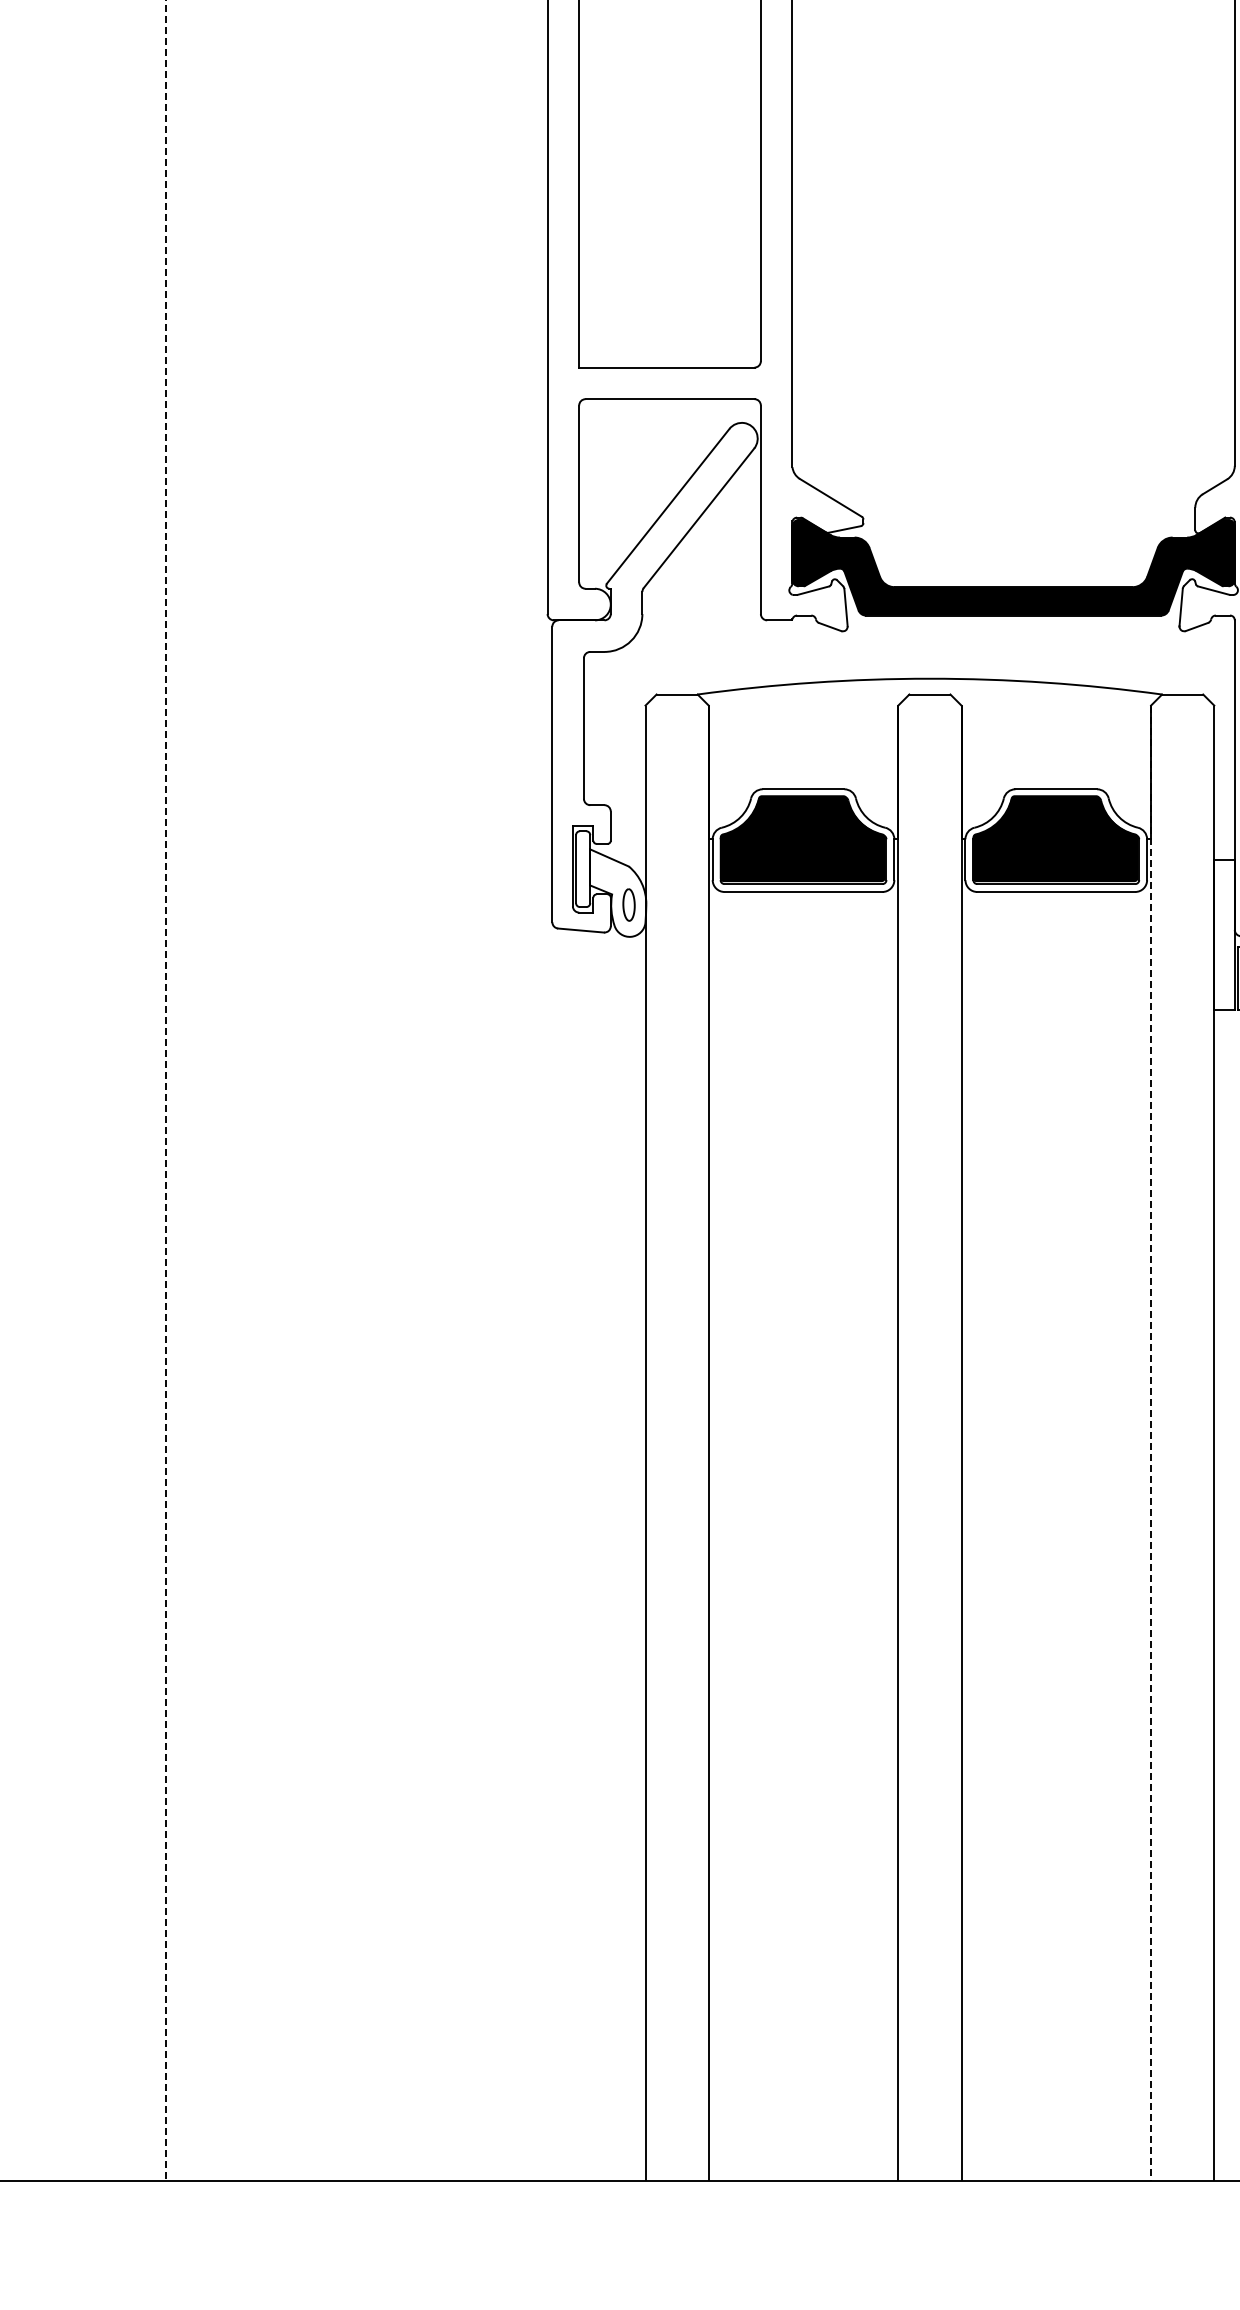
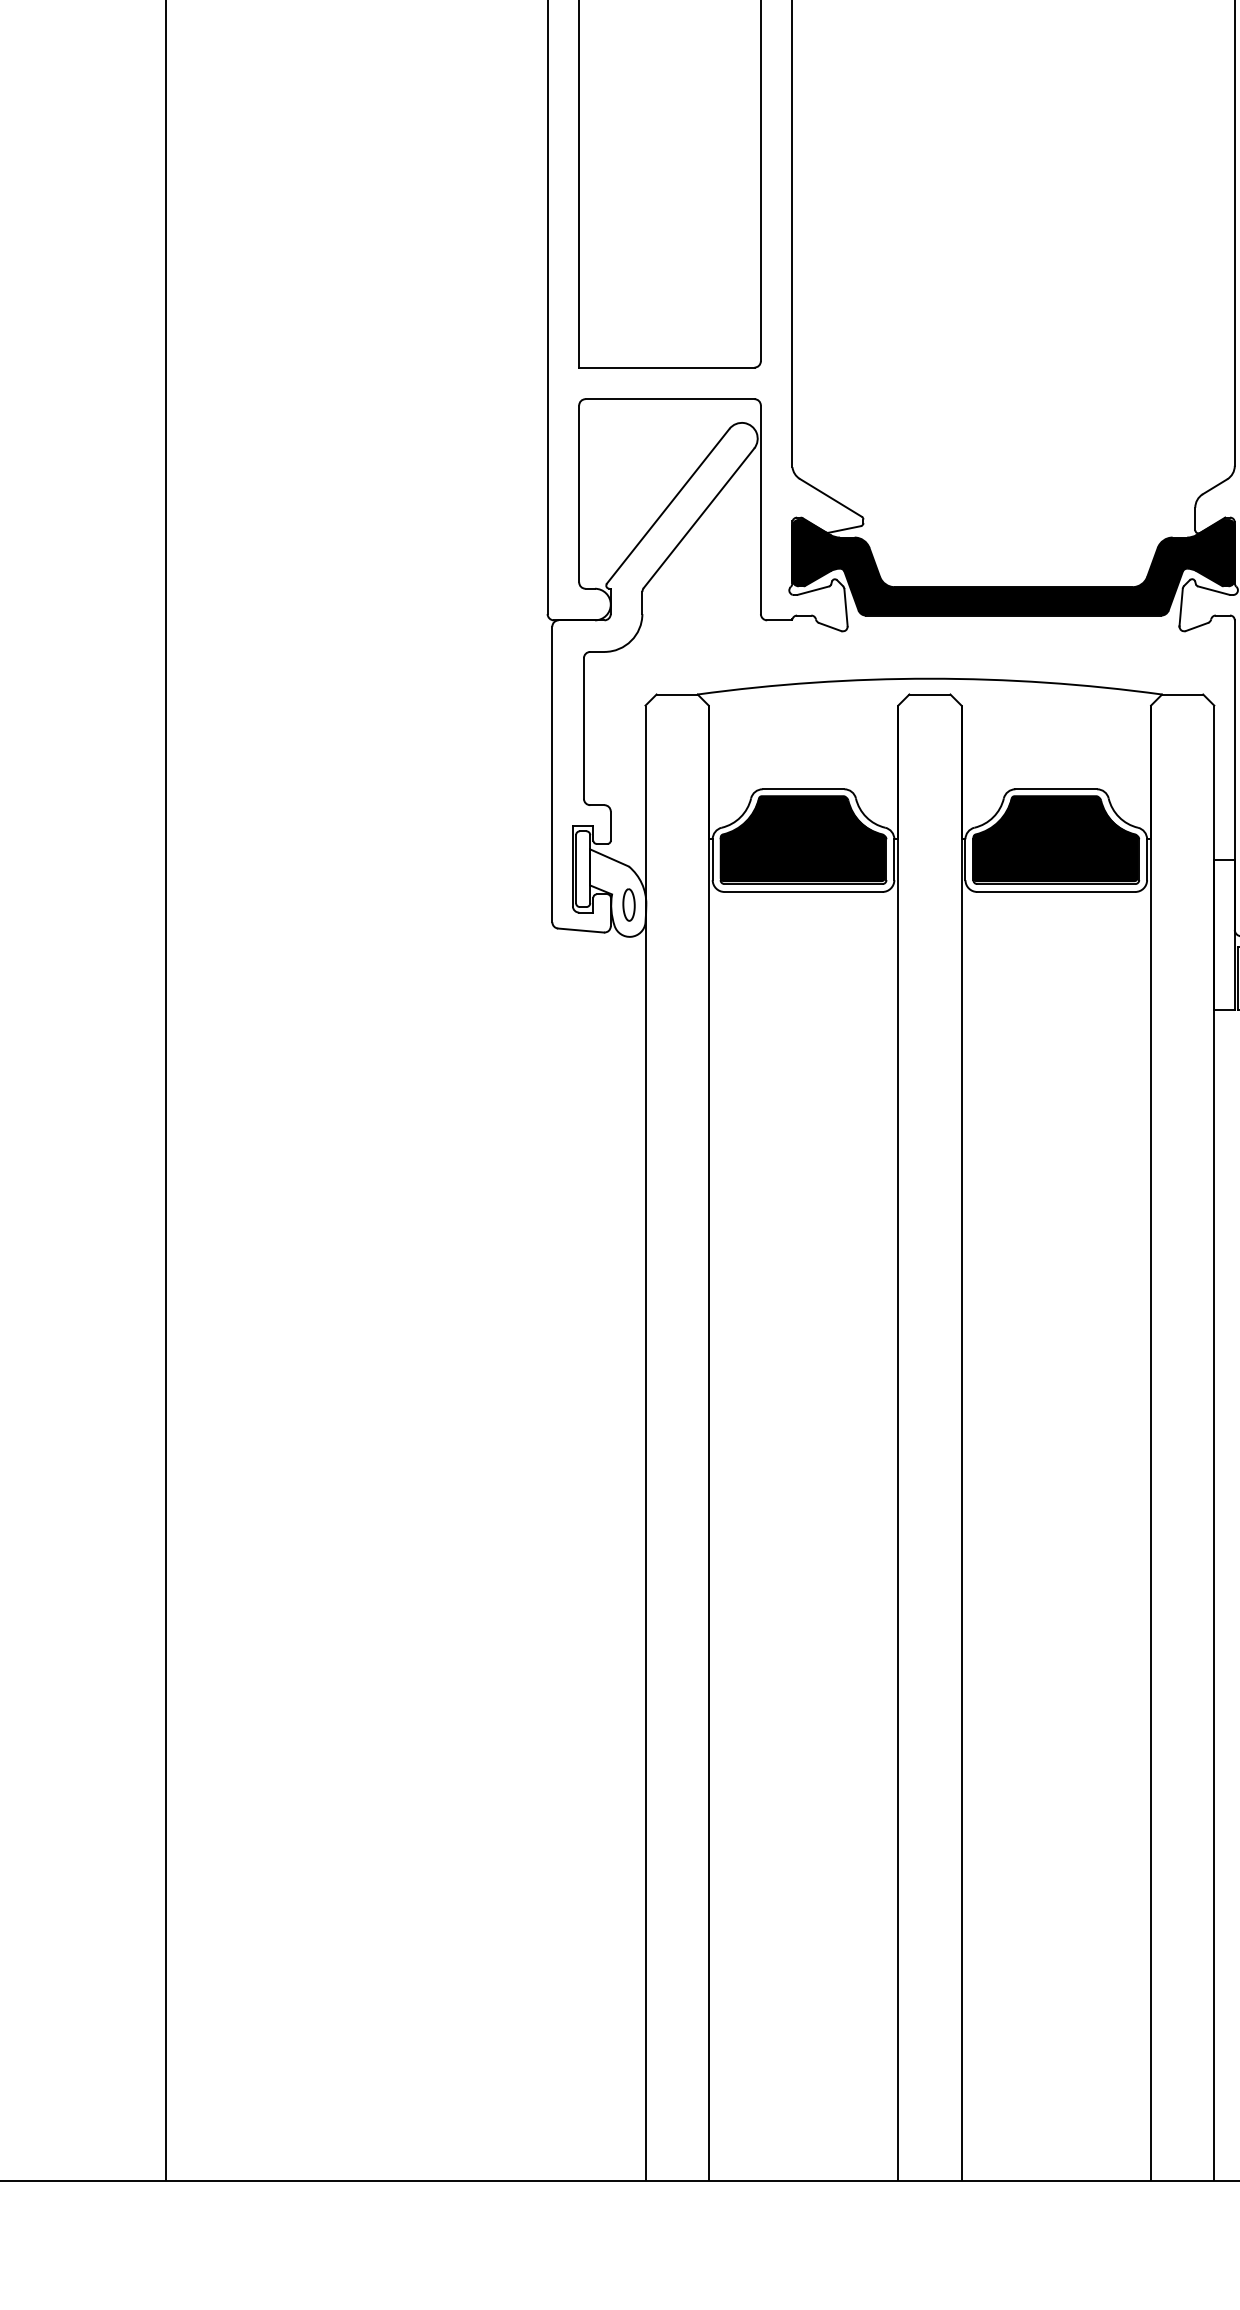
line at (166, 1090): dashed -> solid
line at (1151, 1443): dashed -> solid
